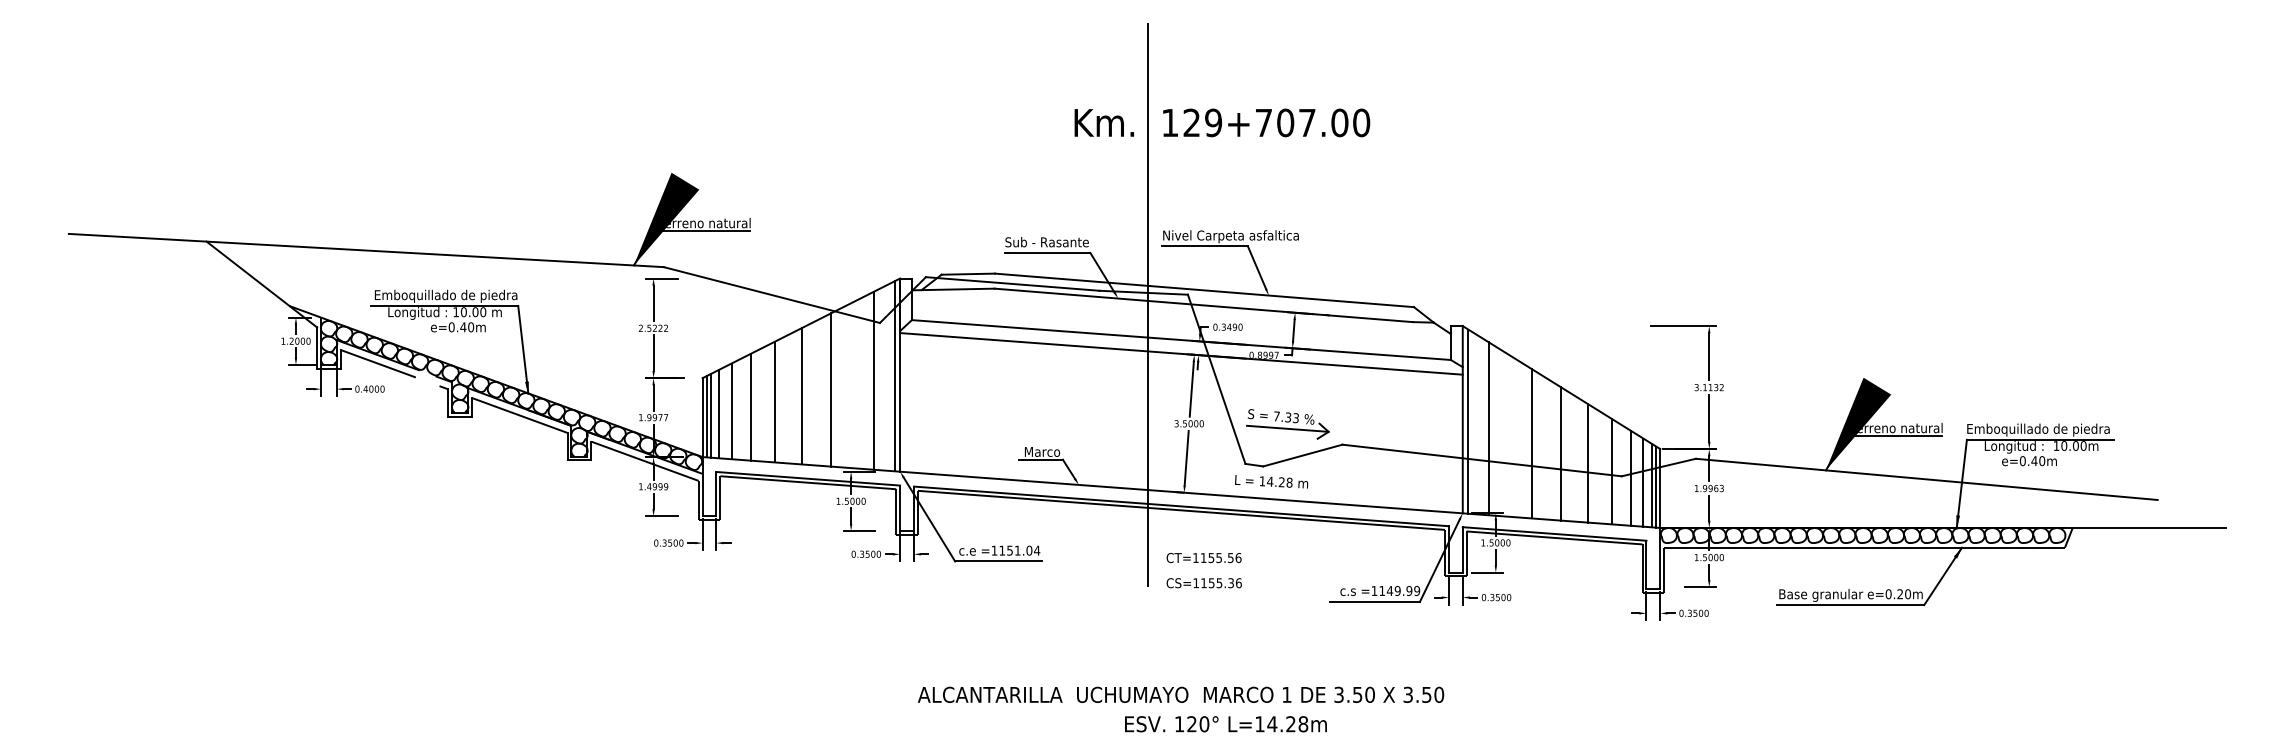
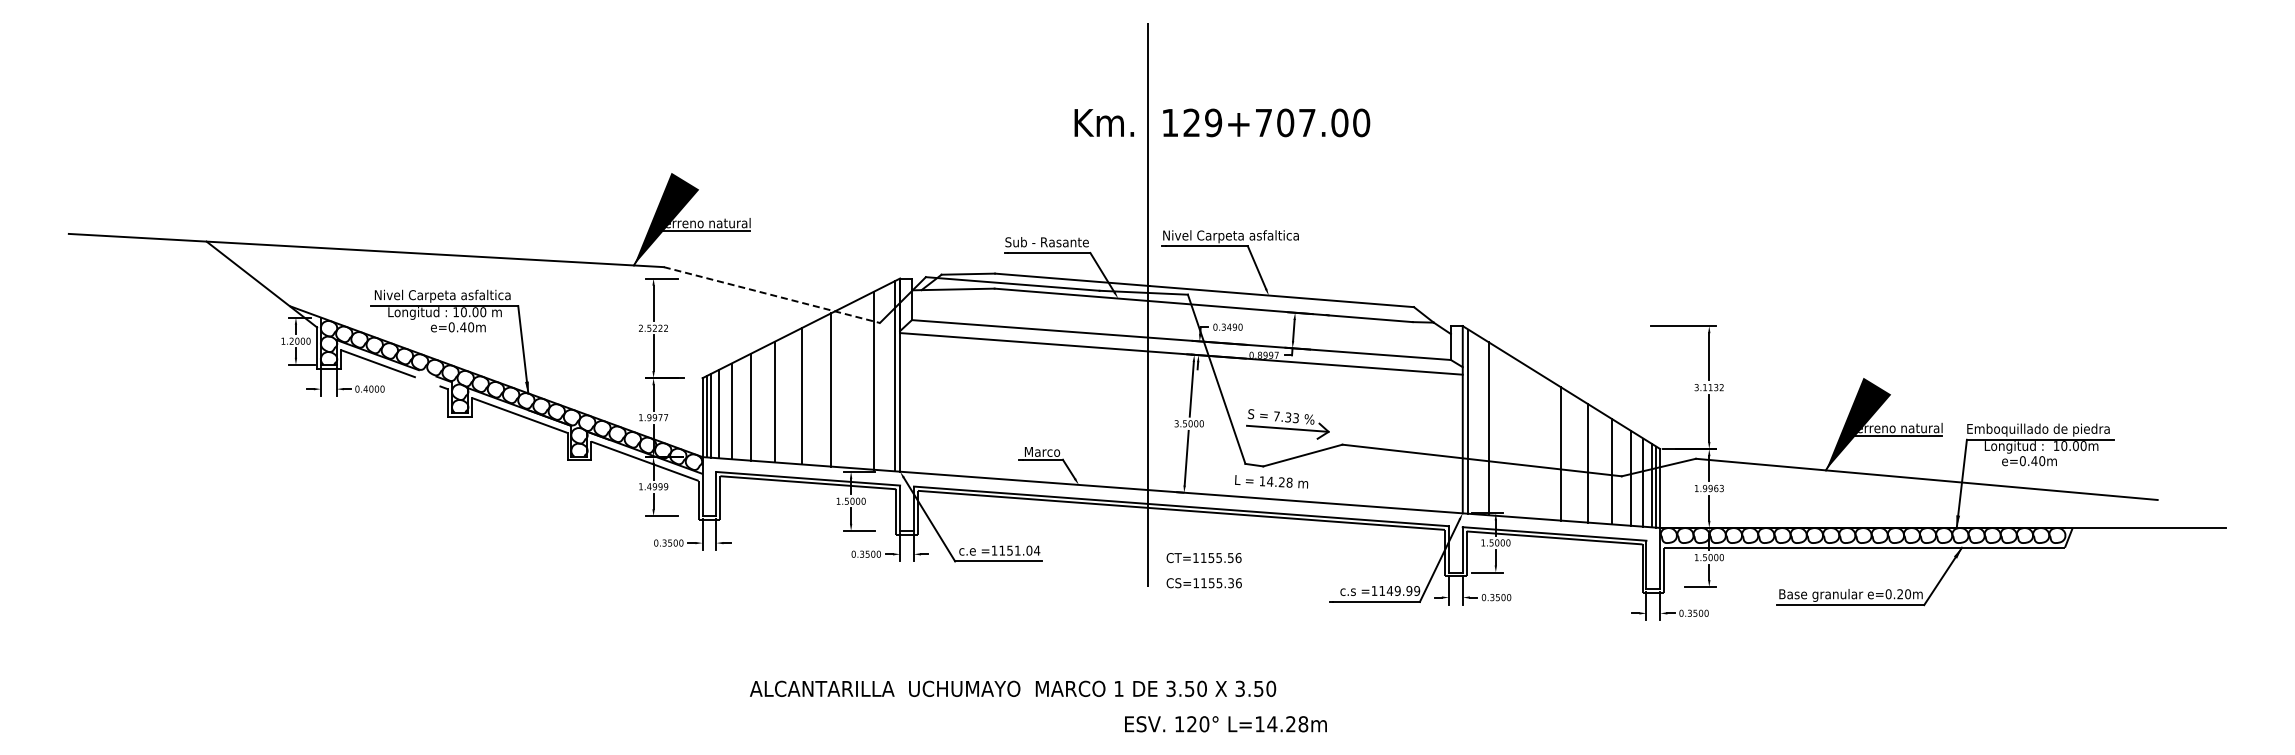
text at (446, 295): Emboquillado de piedra -> Nivel Carpeta asfaltica
line at (771, 295): solid -> dashed
line at (1532, 443): present -> none
text at (1181, 694) position: (1181, 694) -> (1013, 688)
